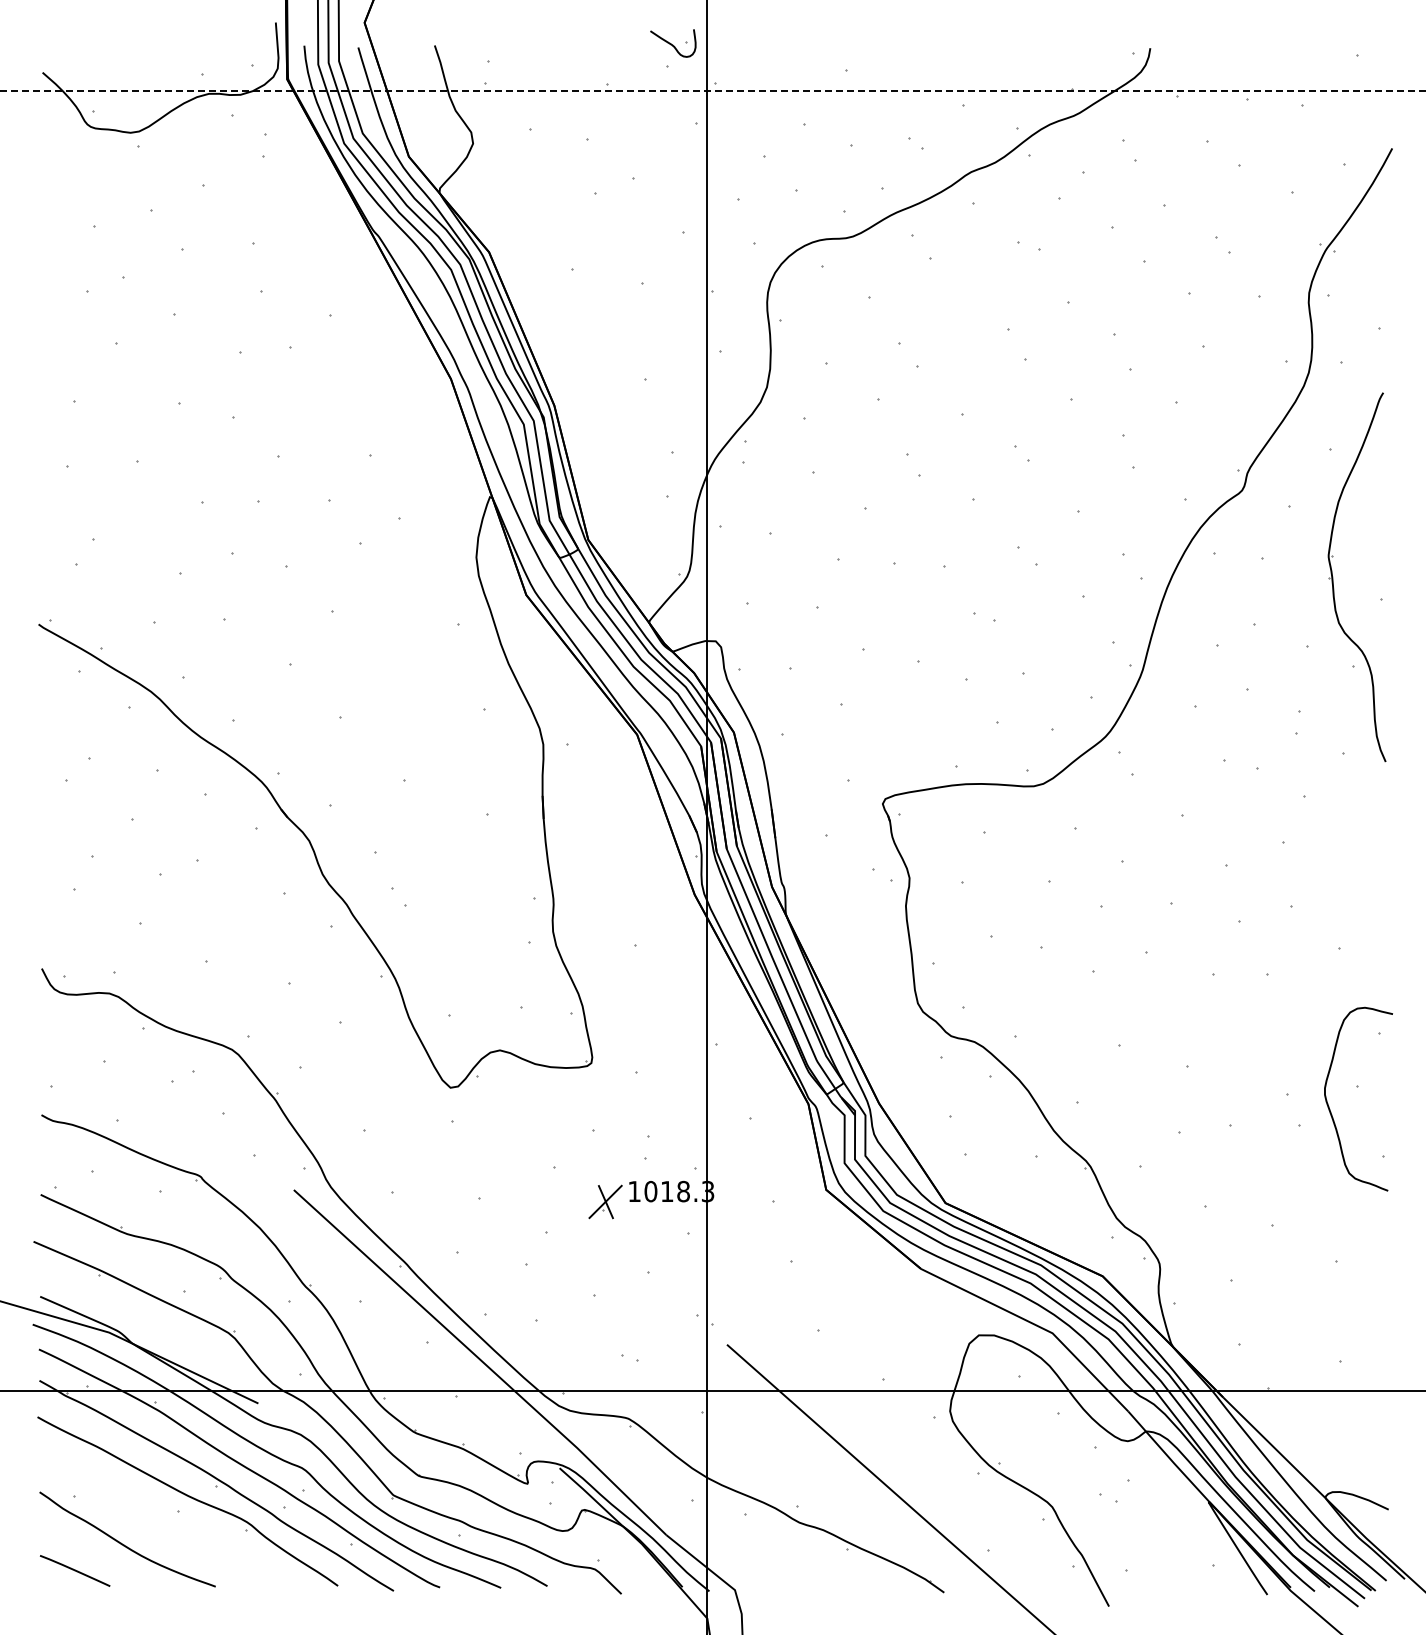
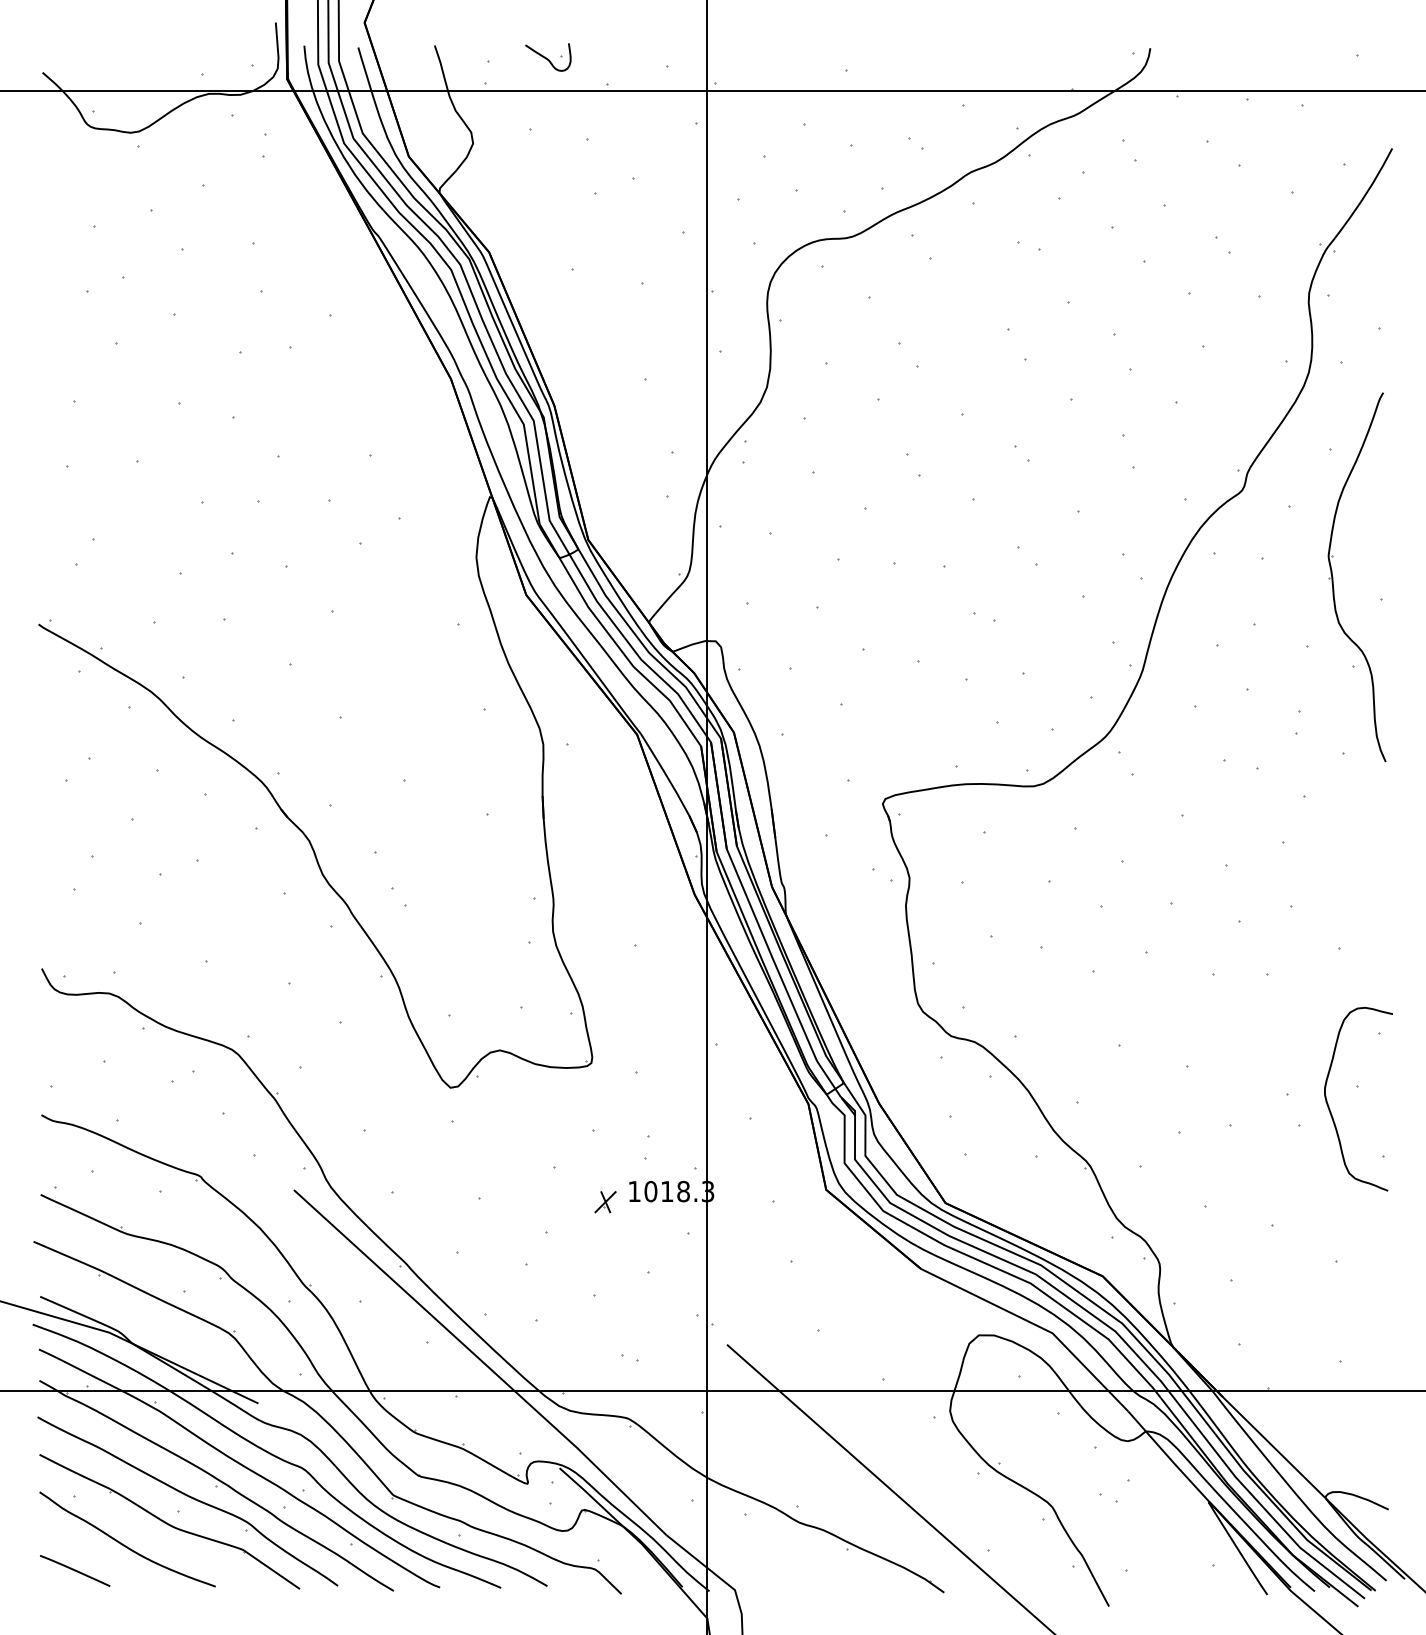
part at (673, 43) position: (673, 43) -> (548, 57)
line at (712, 91): dashed -> solid
part at (605, 1201) size: 35x36 px -> 23x23 px
part at (169, 1521): none -> present
